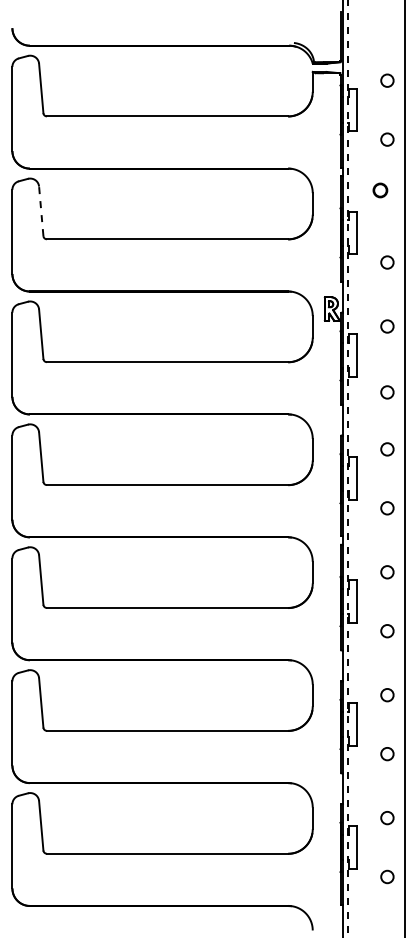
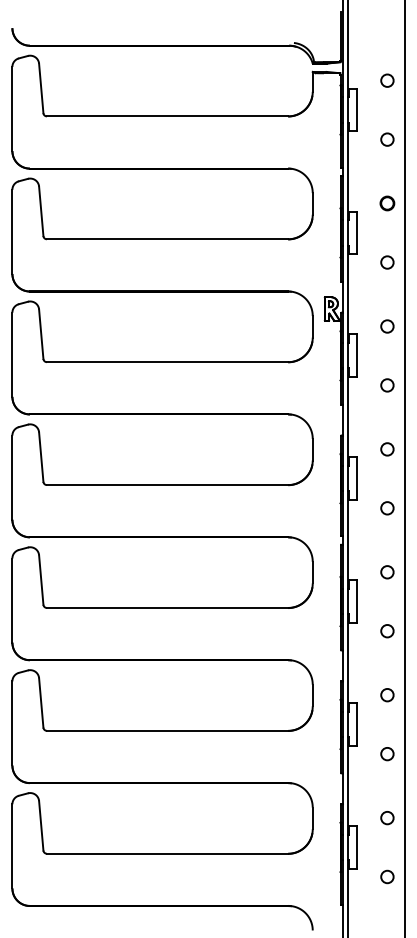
part at (380, 190) position: (380, 190) -> (387, 203)
line at (41, 211): dashed -> solid
circle at (387, 392) position: (387, 392) -> (387, 385)
line at (348, 469): dashed -> solid
